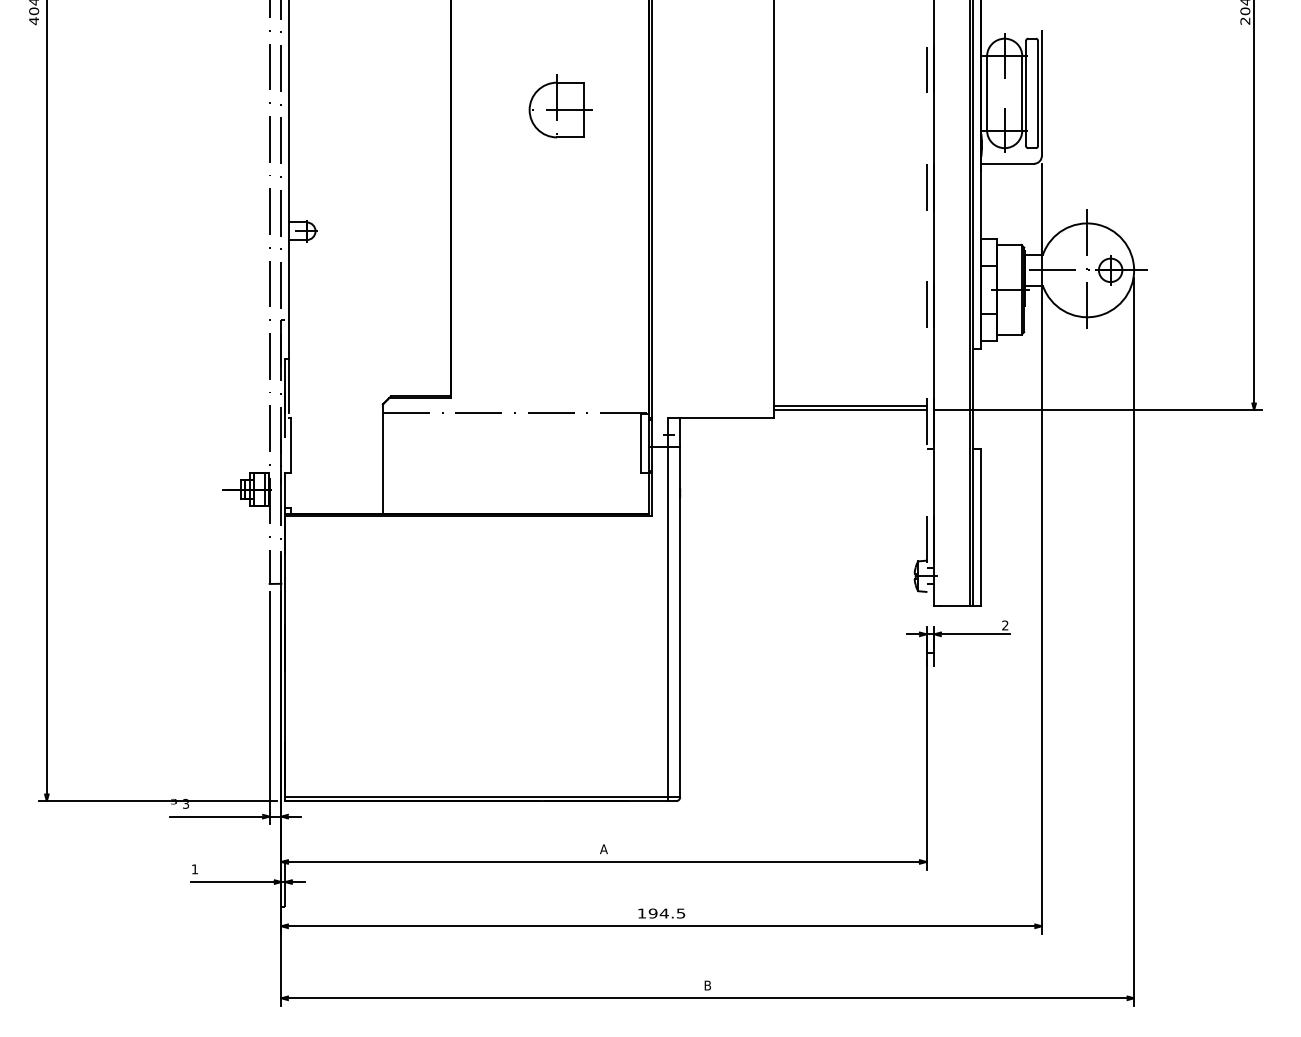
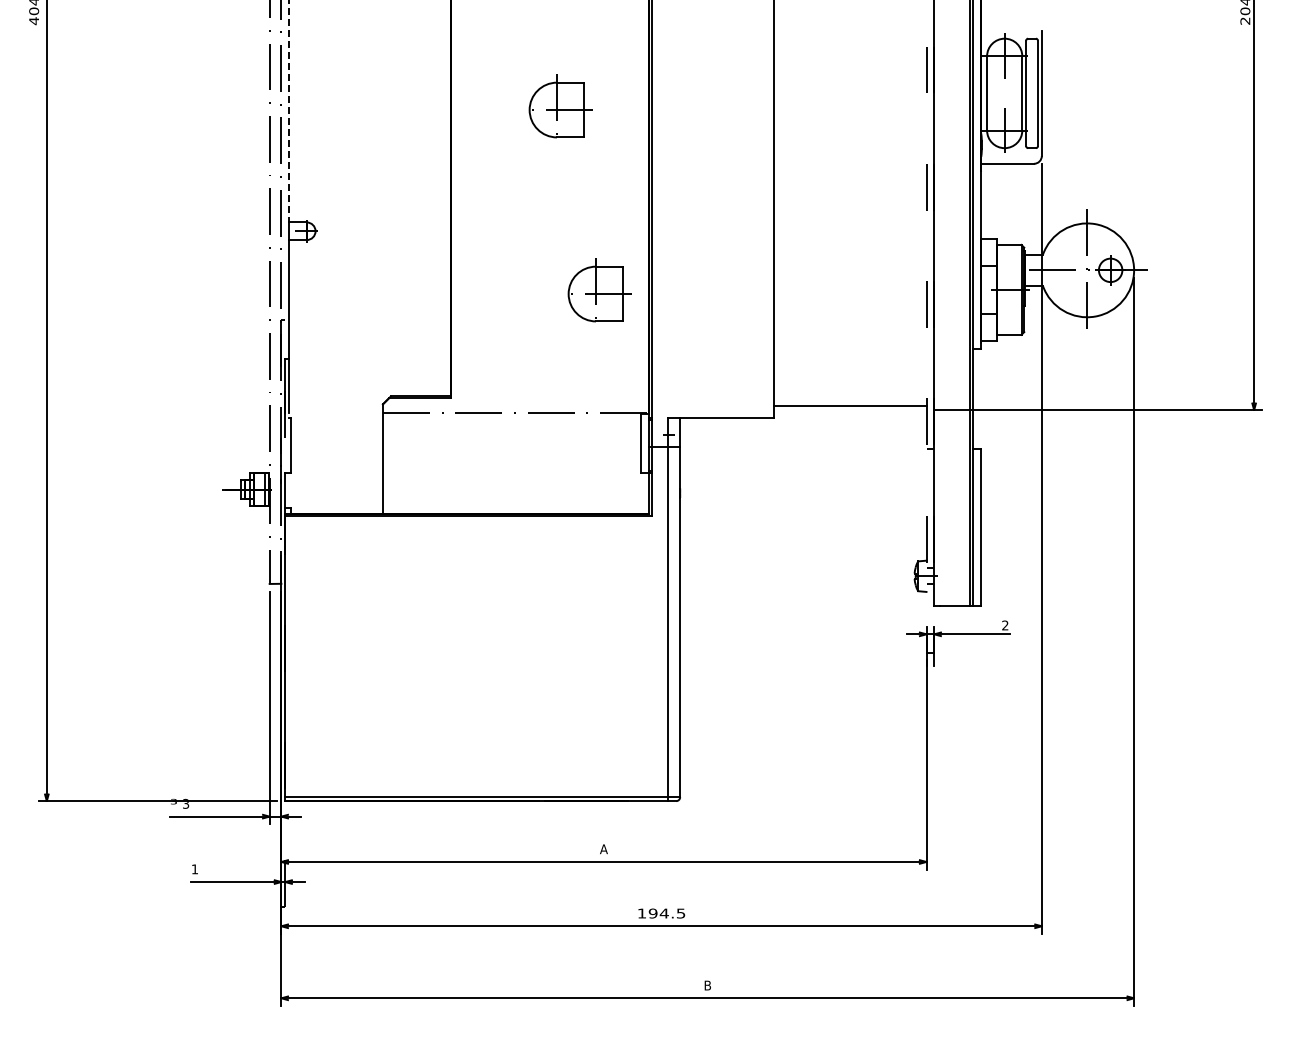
line at (289, 111): solid -> dashed
part at (599, 290): none -> present
line at (850, 410): present -> none
